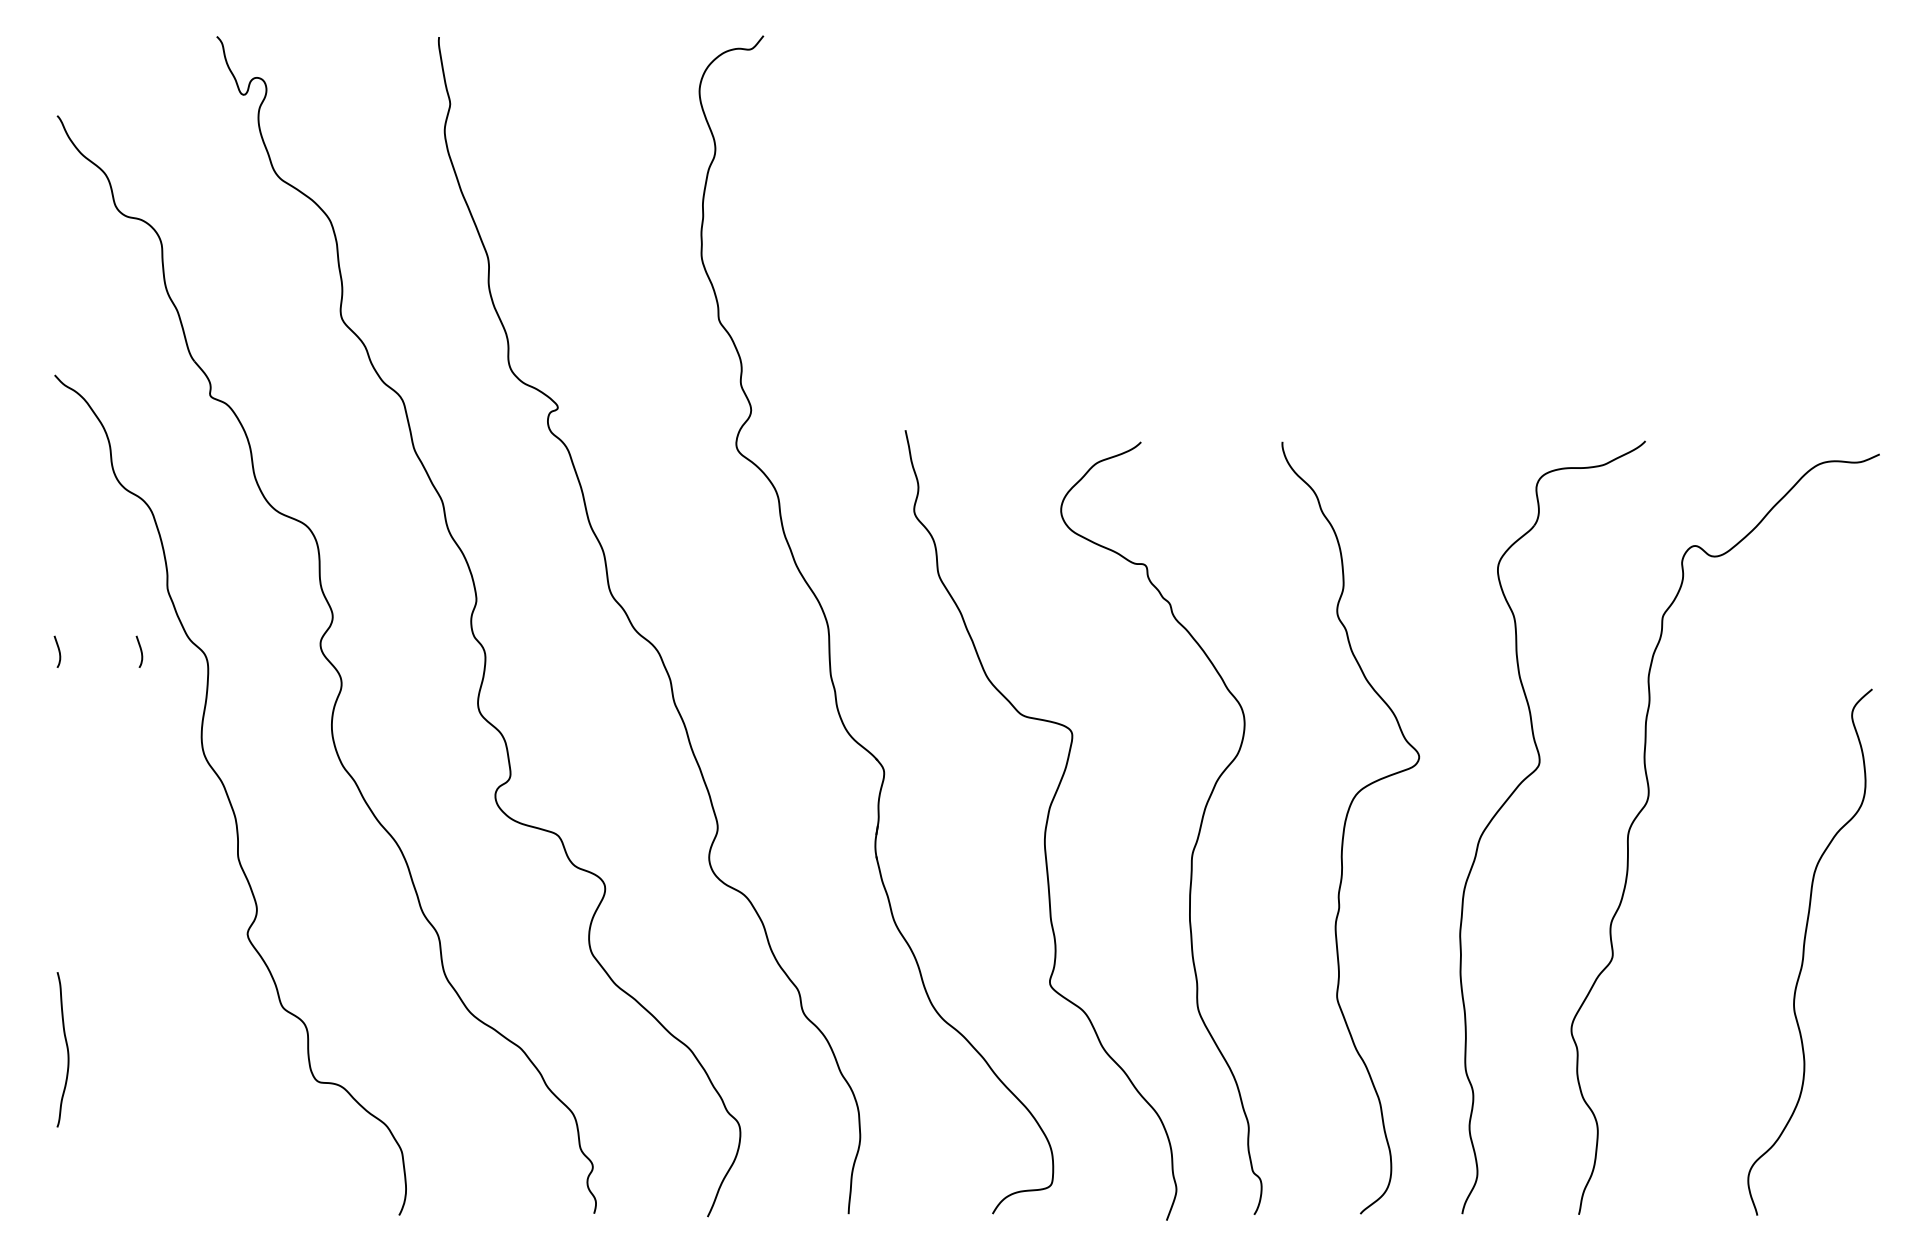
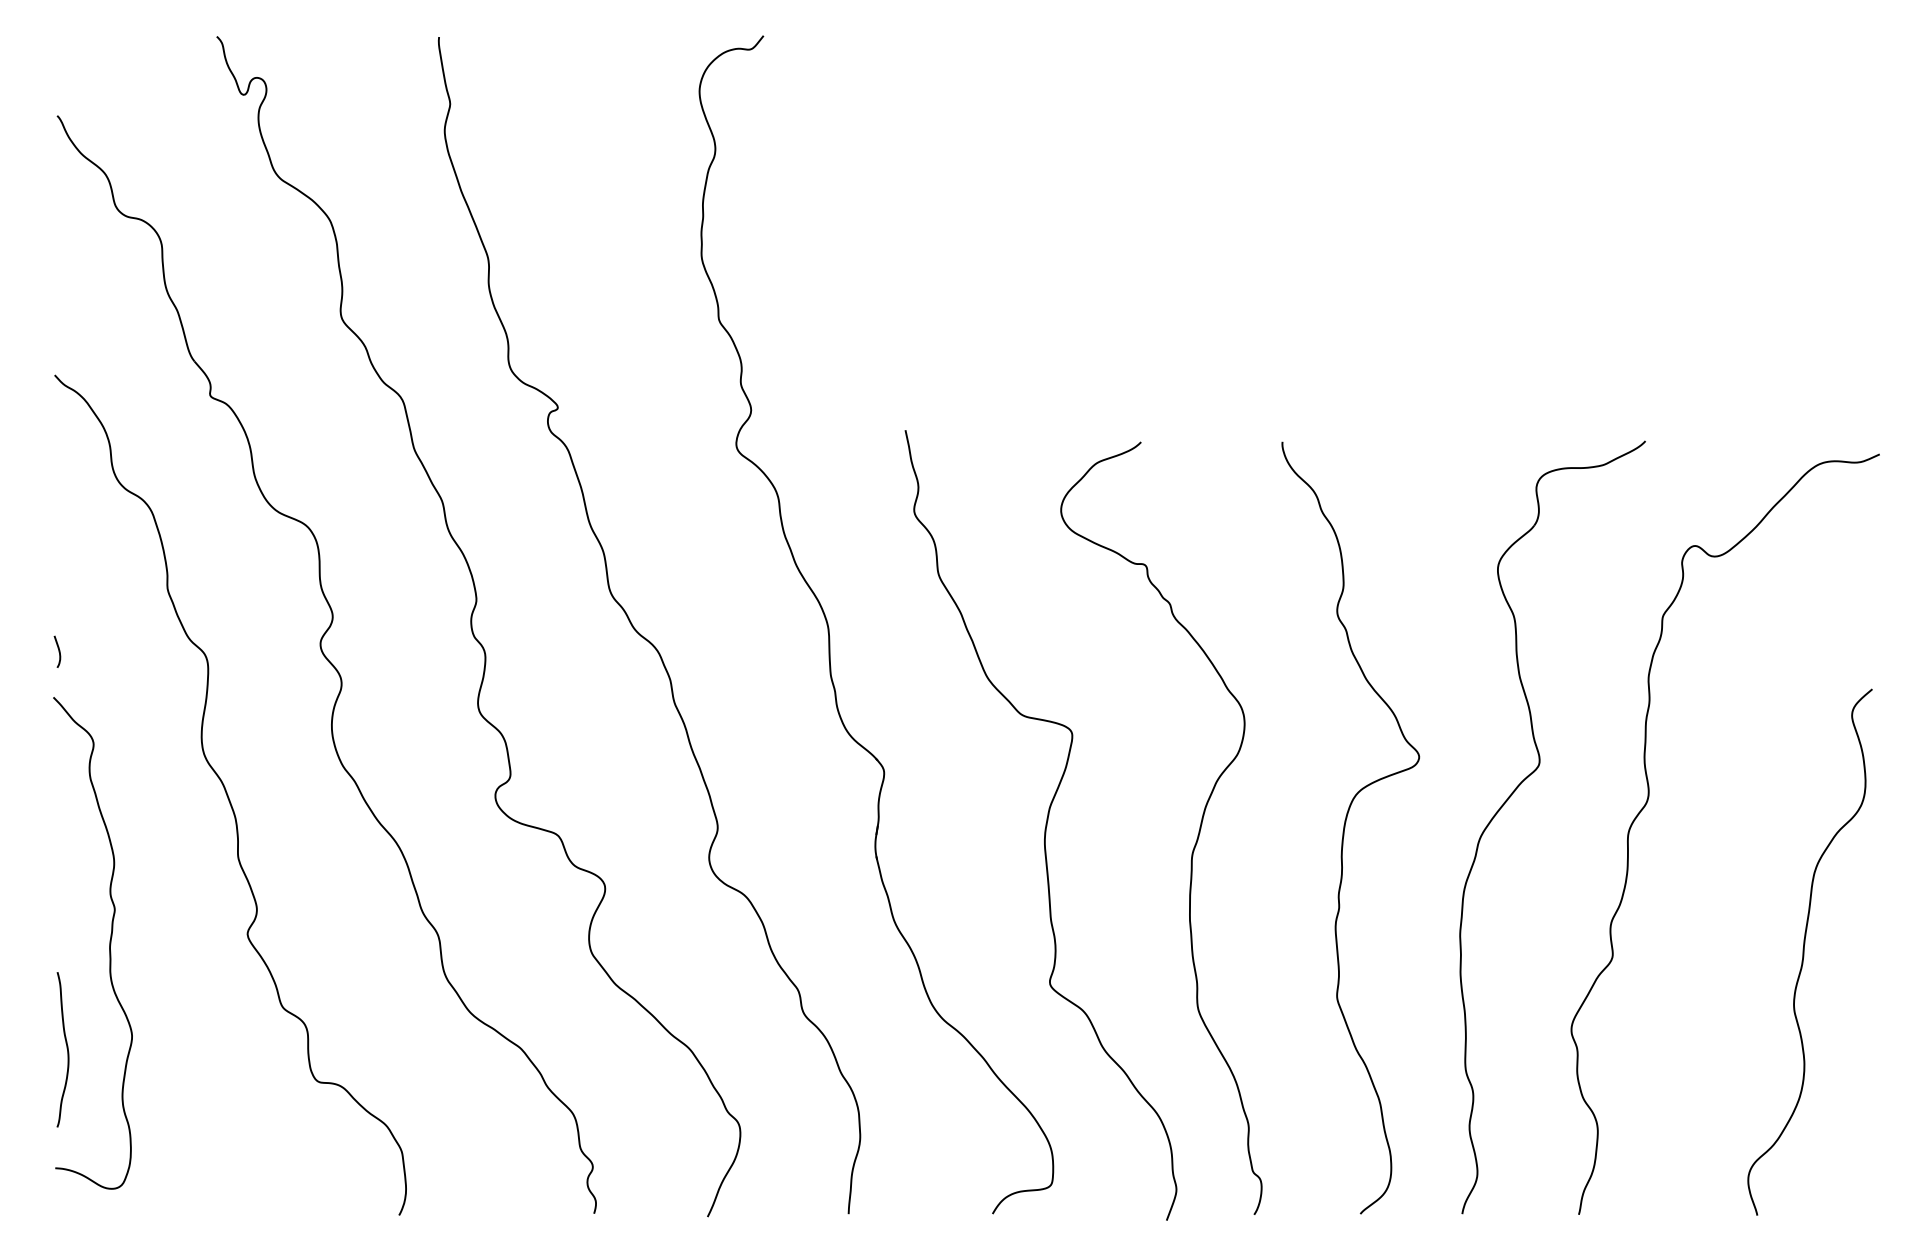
curve at (140, 651): present -> none
curve at (109, 943): none -> present
